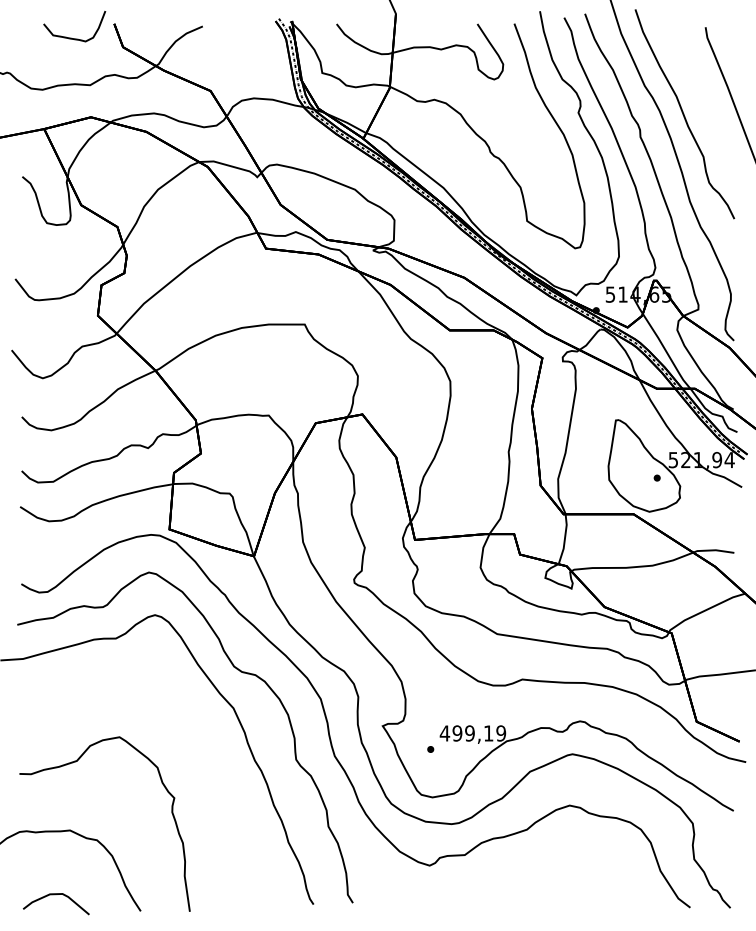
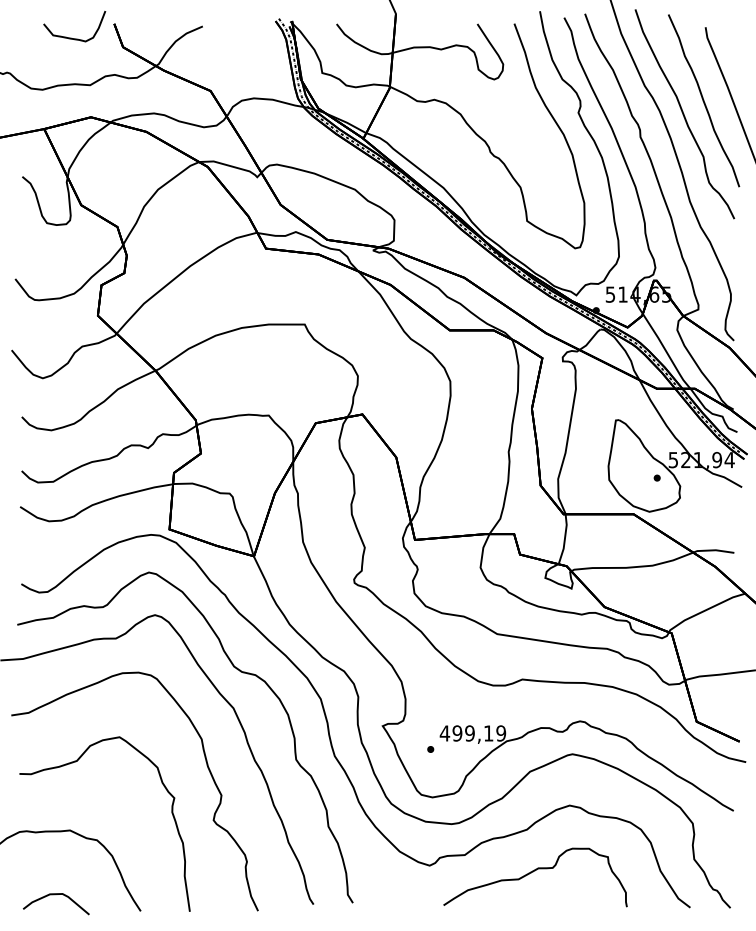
curve at (704, 100): none -> present
curve at (207, 768): none -> present
curve at (533, 872): none -> present
